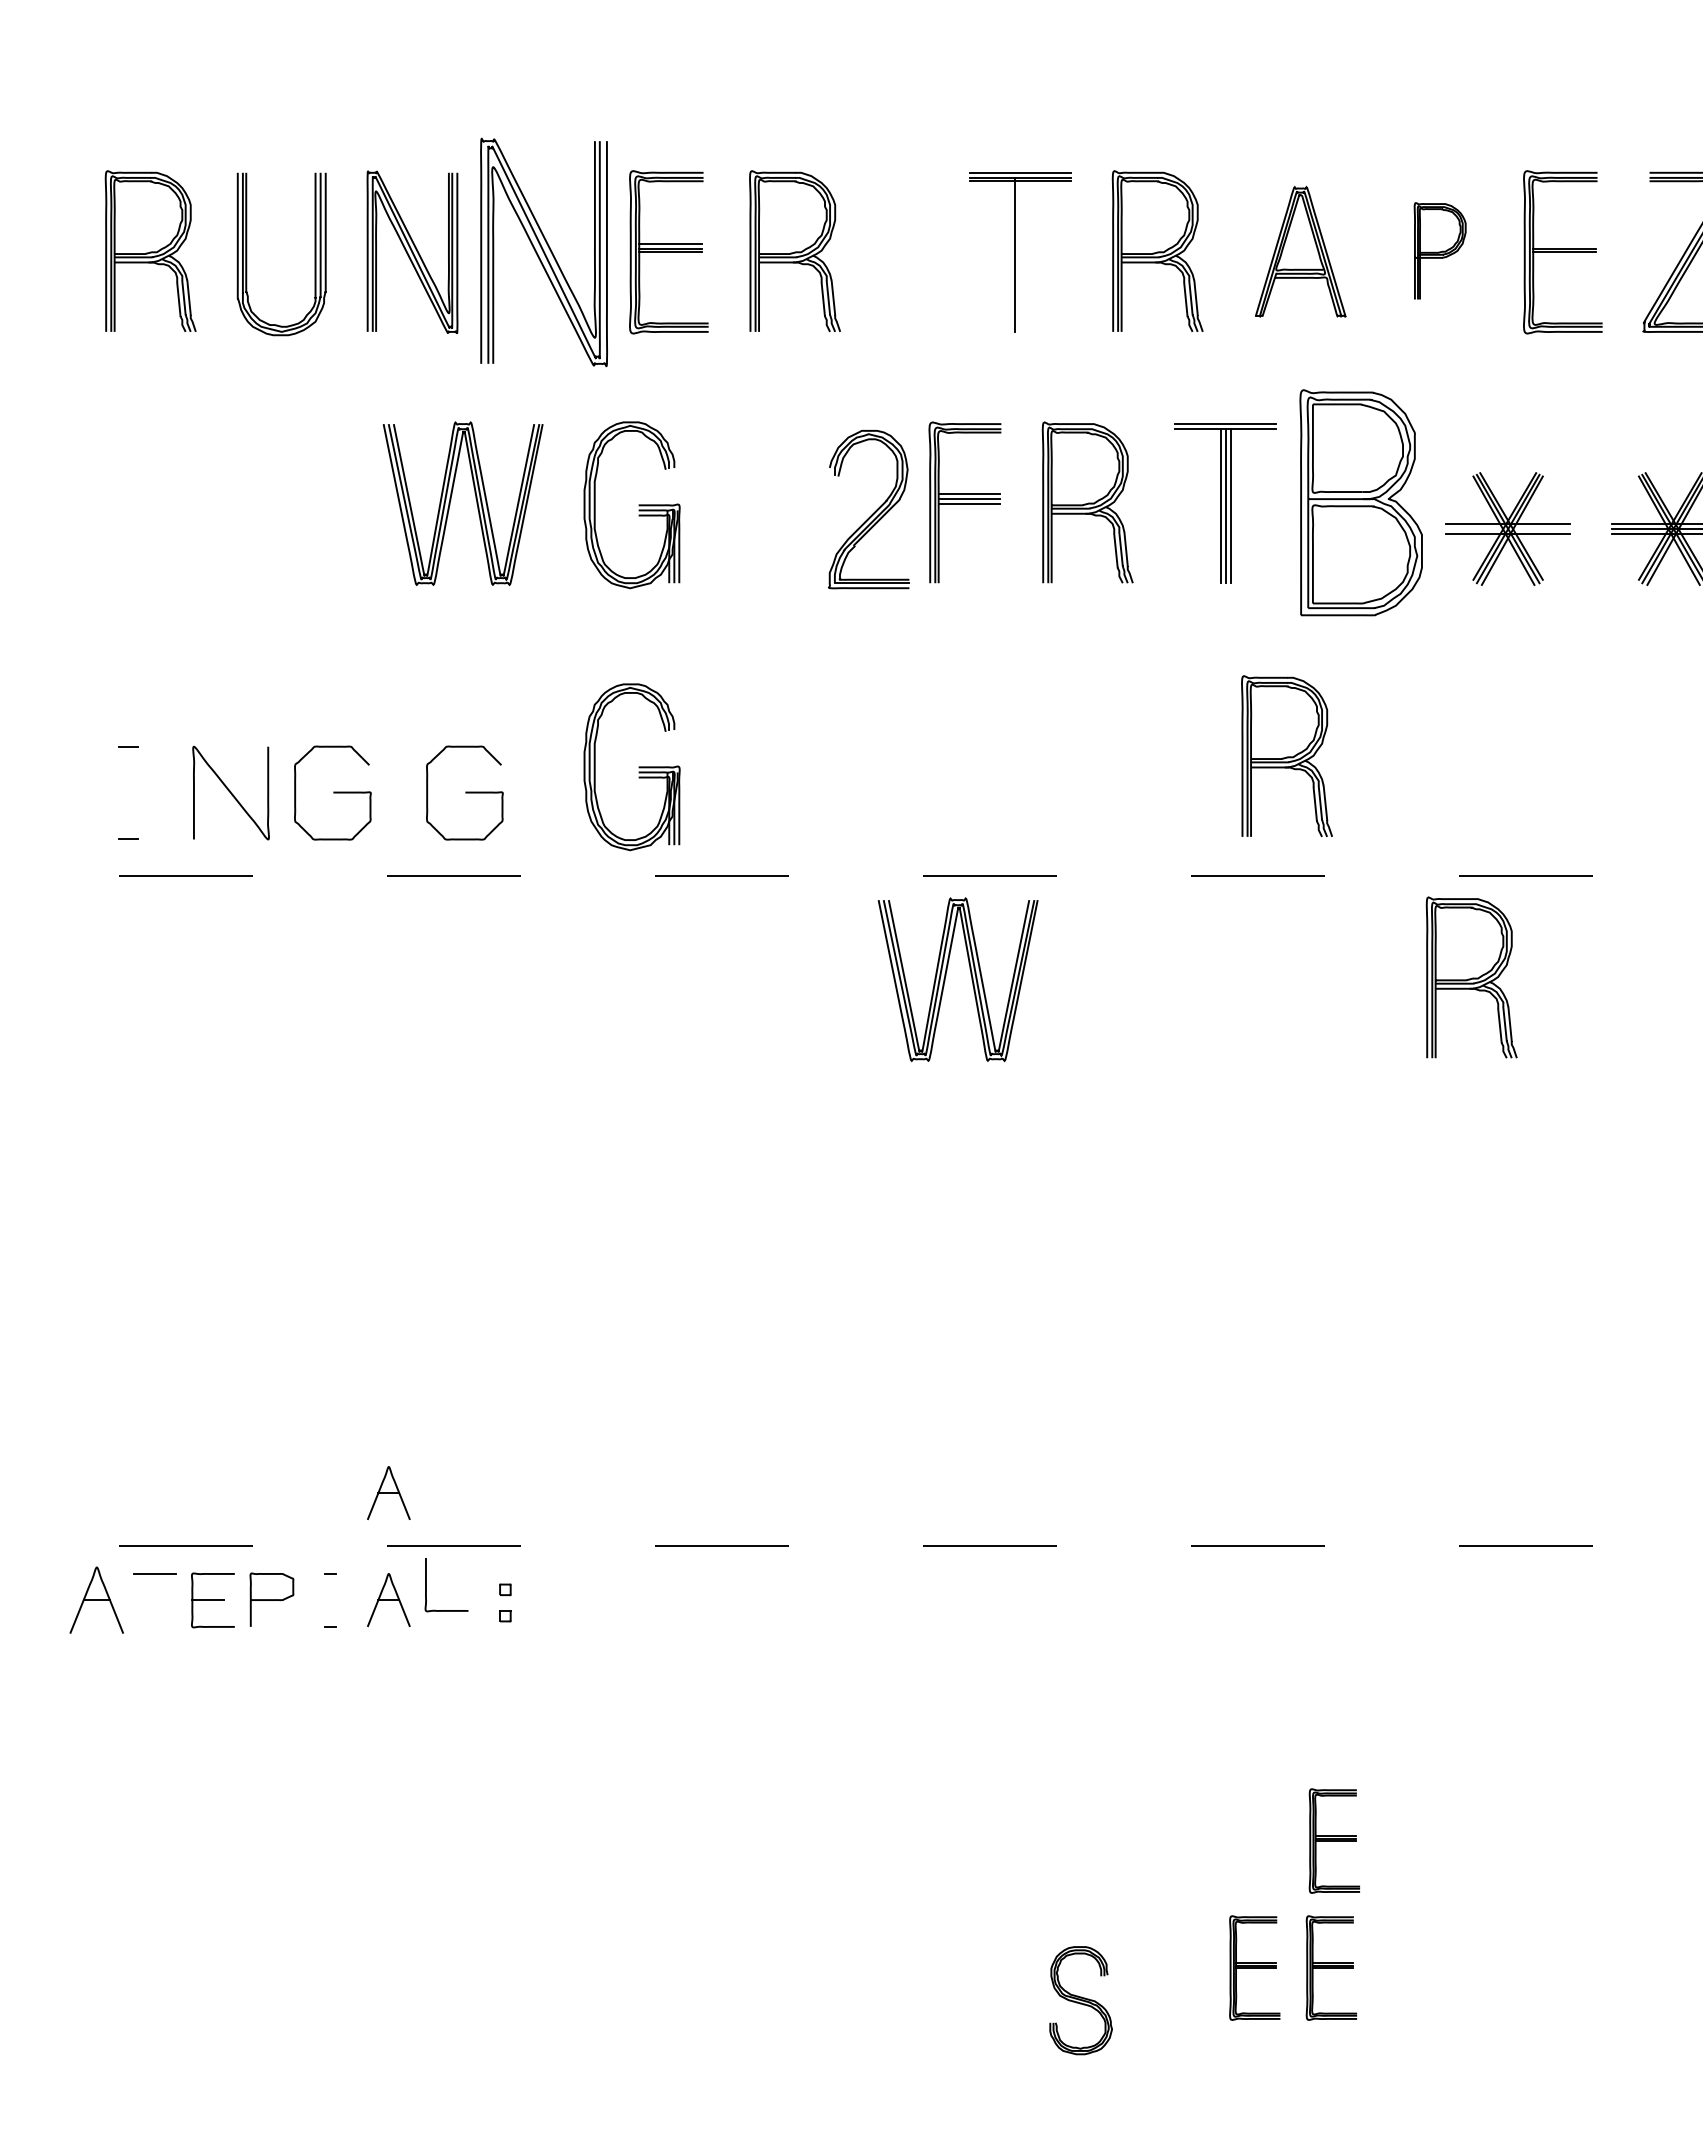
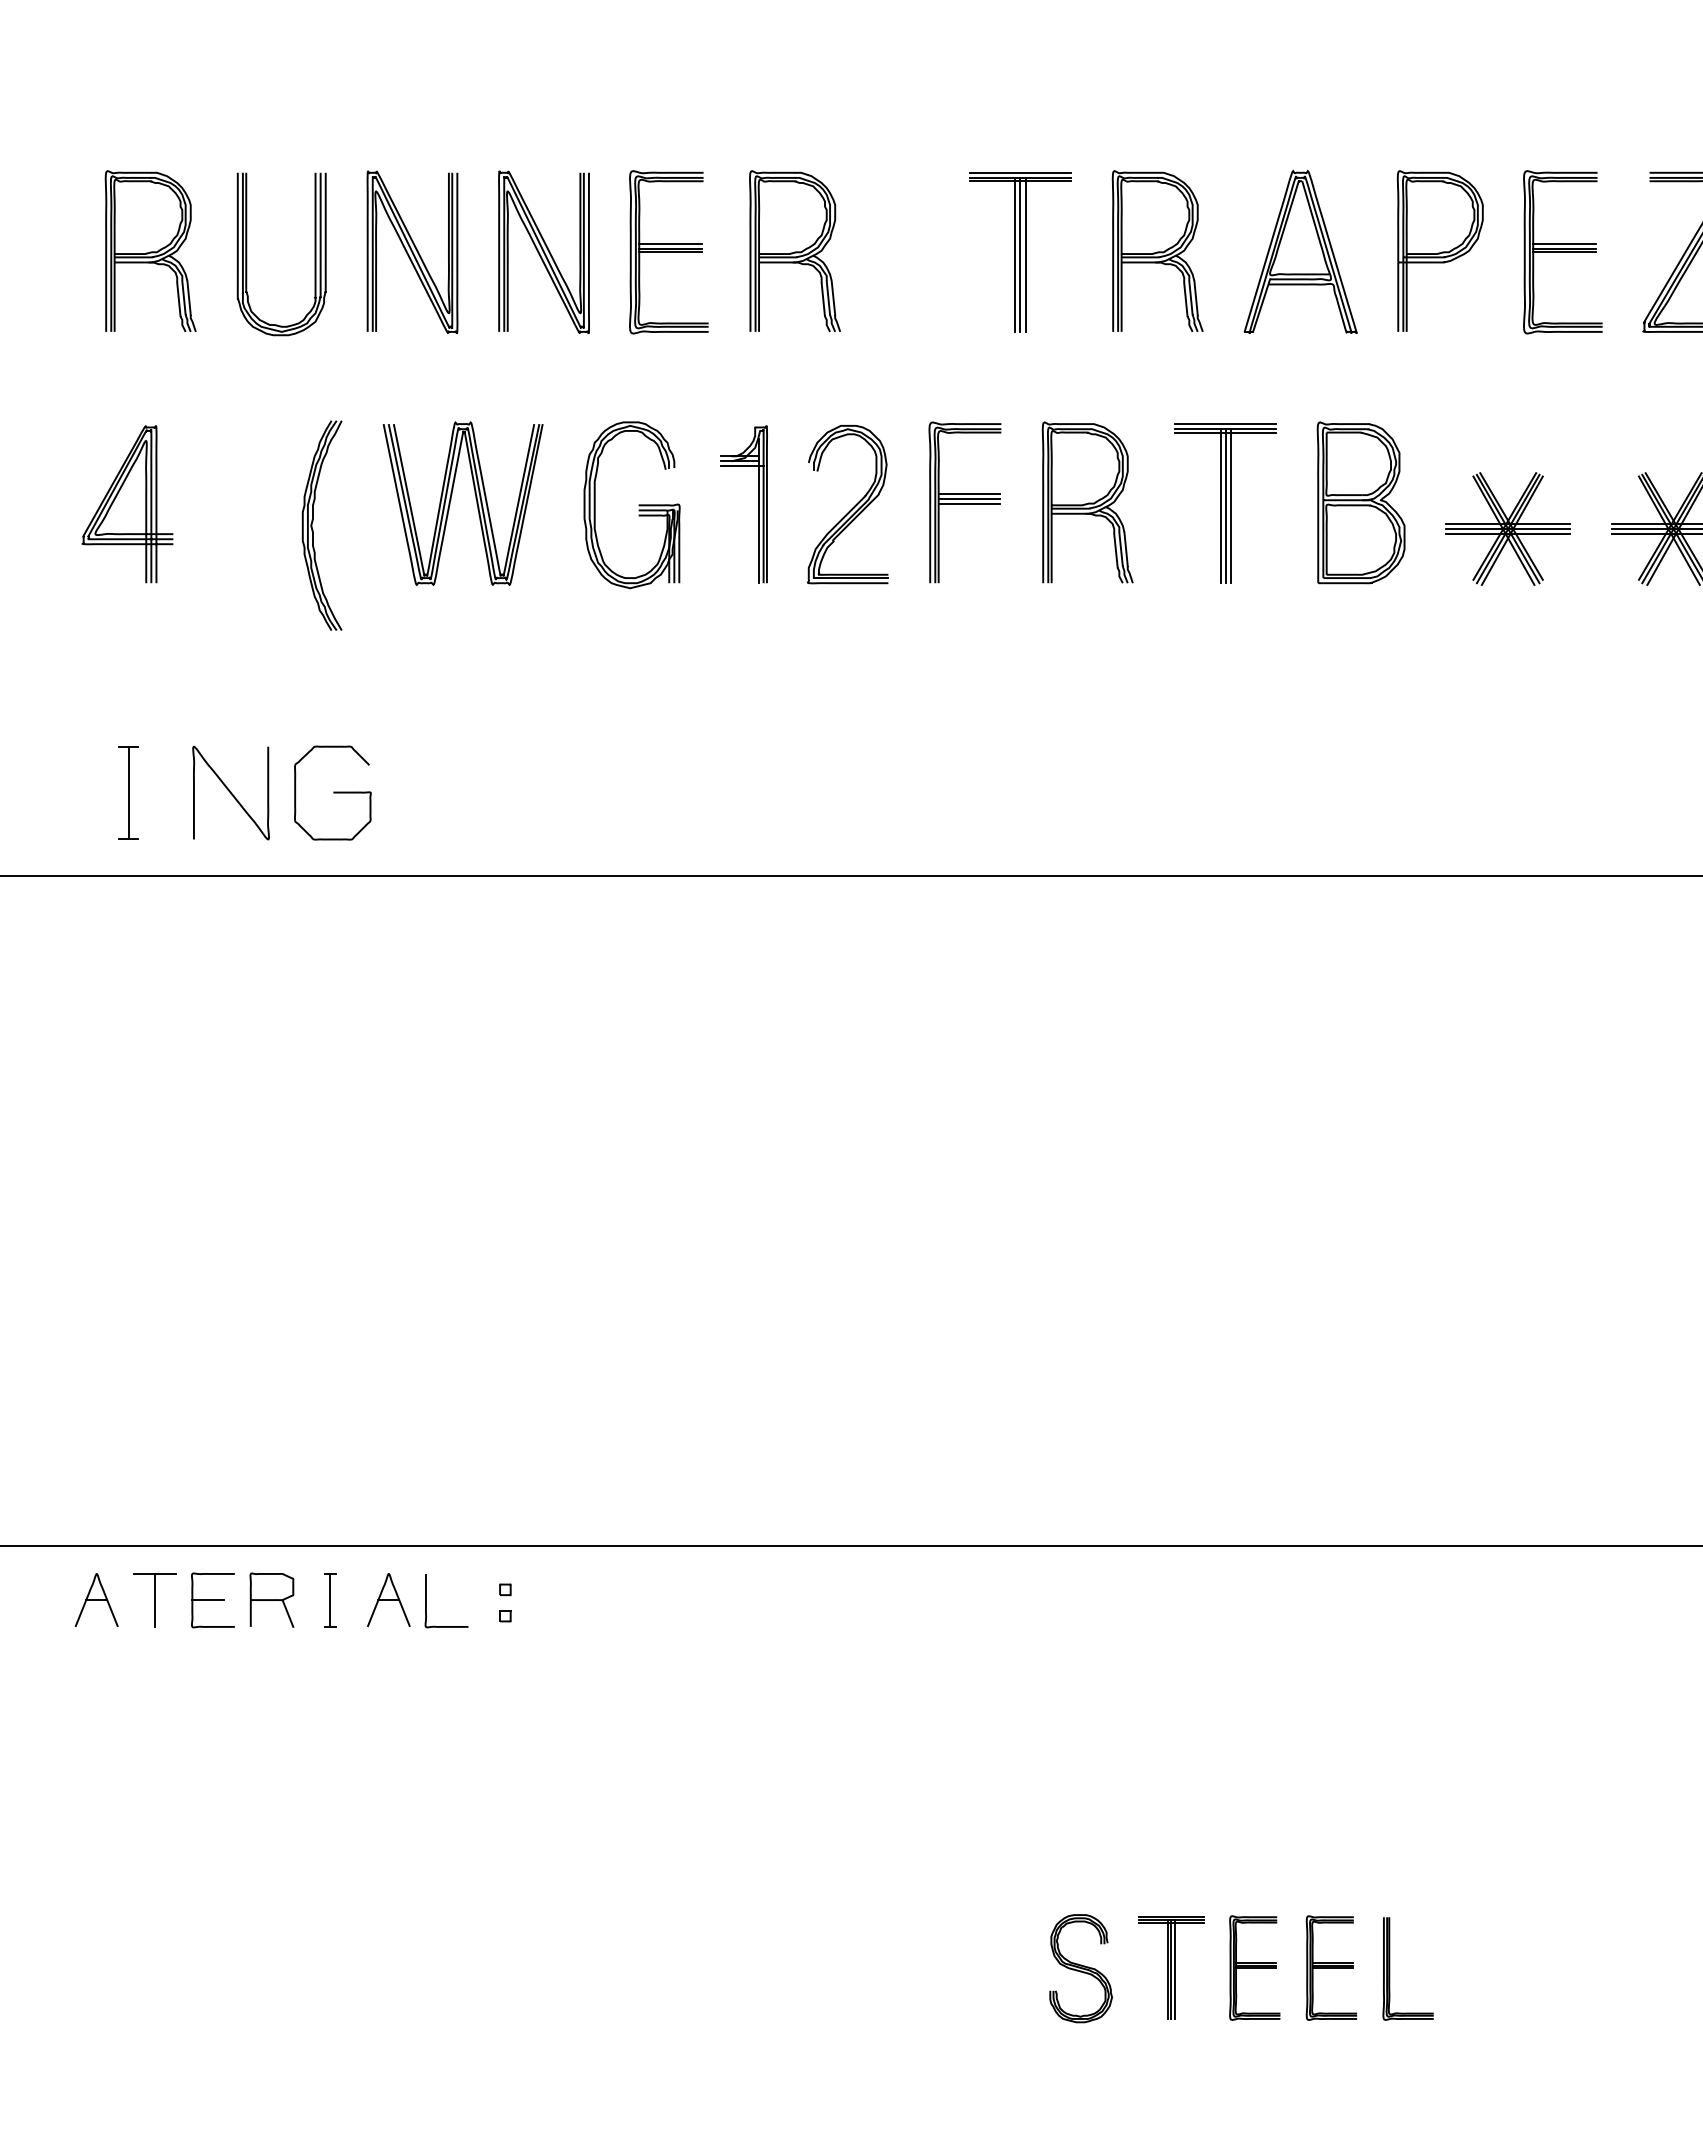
line at (1564, 243): none -> present
part at (1439, 250) size: 54x98 px -> 88x162 px
part at (1300, 251) size: 92x132 px -> 114x165 px
part at (543, 252) size: 128x231 px -> 92x164 px
line at (1020, 254): none -> present
line at (1025, 254): none -> present
line at (1225, 432): none -> present
part at (1360, 502) size: 124x228 px -> 90x164 px
part at (127, 504): none -> present
part at (758, 504): none -> present
part at (868, 509) position: (868, 509) -> (847, 504)
part at (313, 521): none -> present
line at (1507, 529): none -> present
part at (1286, 756): present -> none
part at (638, 767): present -> none
line at (128, 792): none -> present
curve at (465, 792): present -> none
line at (851, 876): dashed -> solid
part at (946, 976): present -> none
part at (1471, 977): present -> none
part at (388, 1492): present -> none
line at (851, 1546): dashed -> solid
curve at (426, 1585) position: (426, 1585) -> (426, 1601)
part at (96, 1599) size: 55x68 px -> 45x54 px
line at (155, 1599): none -> present
line at (330, 1599): none -> present
line at (287, 1613): none -> present
part at (1333, 1840): present -> none
part at (1171, 1967): none -> present
part at (1390, 1968): none -> present
part at (1080, 2000) position: (1080, 2000) -> (1080, 1968)
